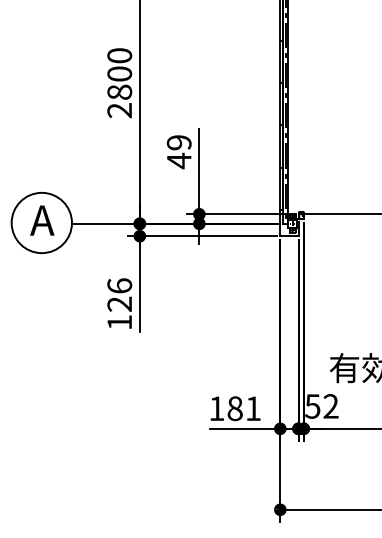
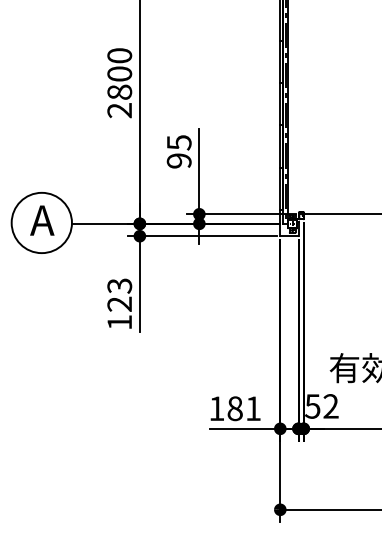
text at (178, 152): 49 -> 95
text at (119, 285): 126 -> 123
